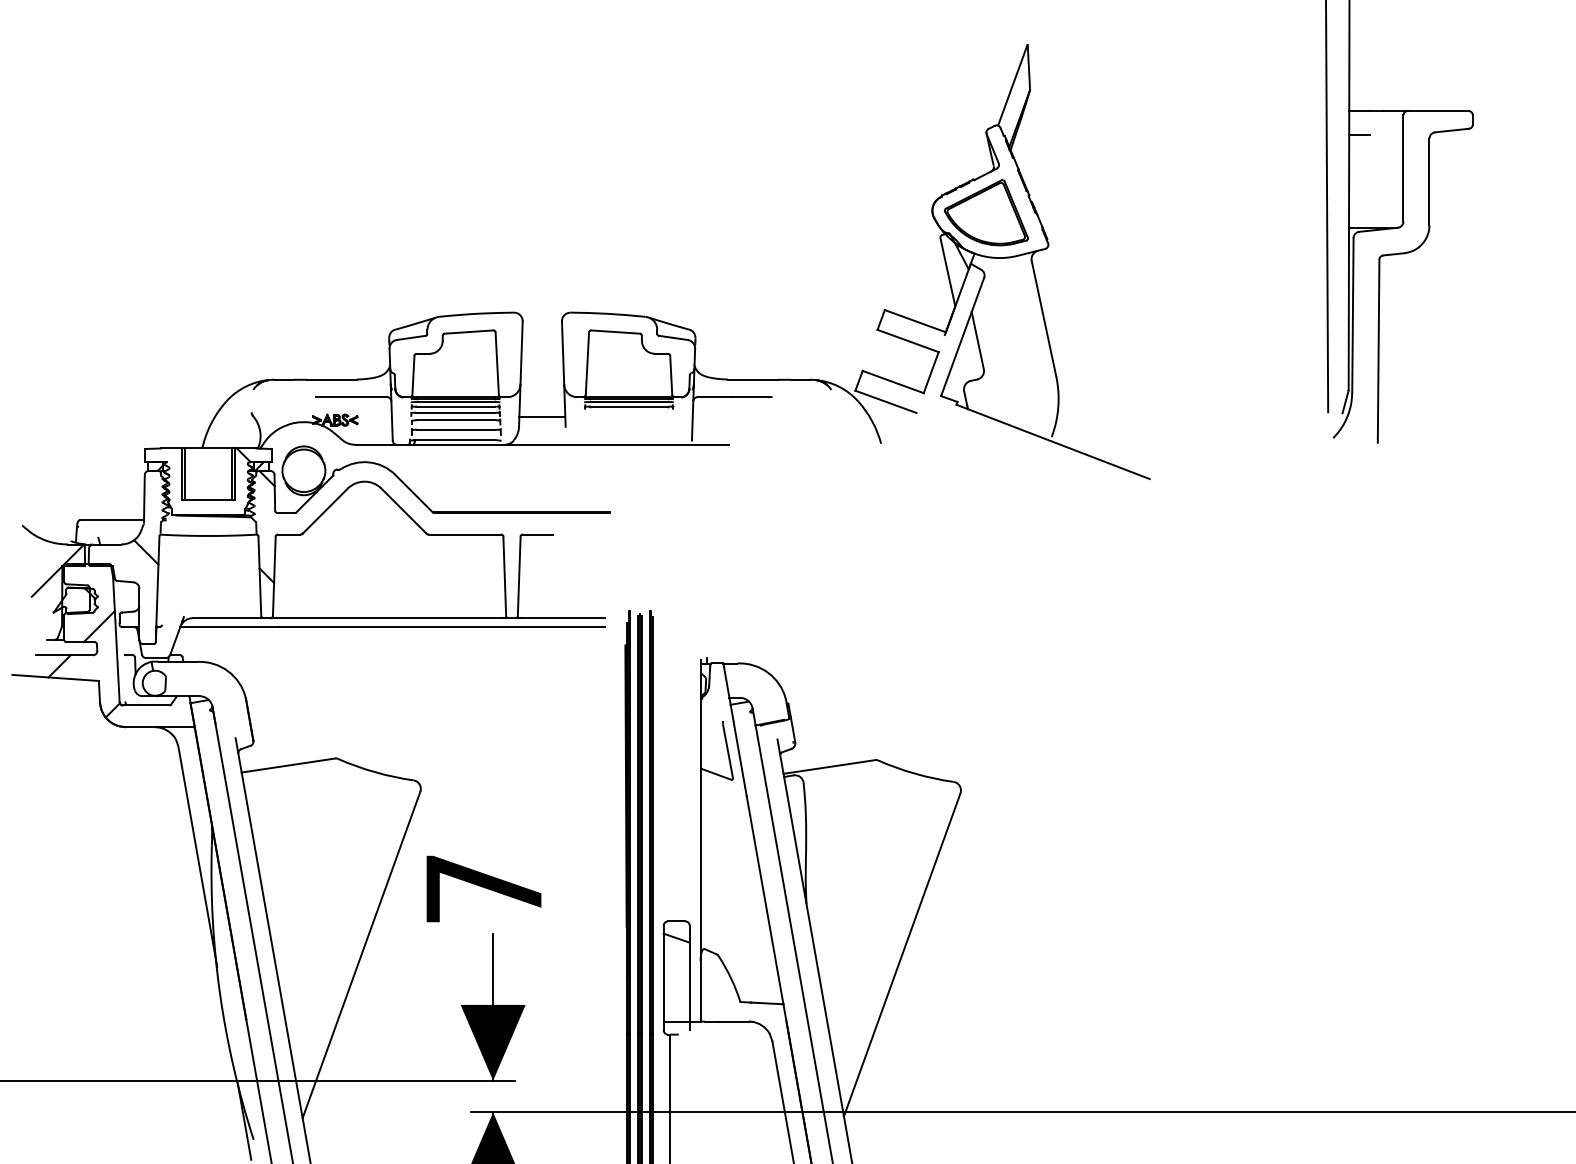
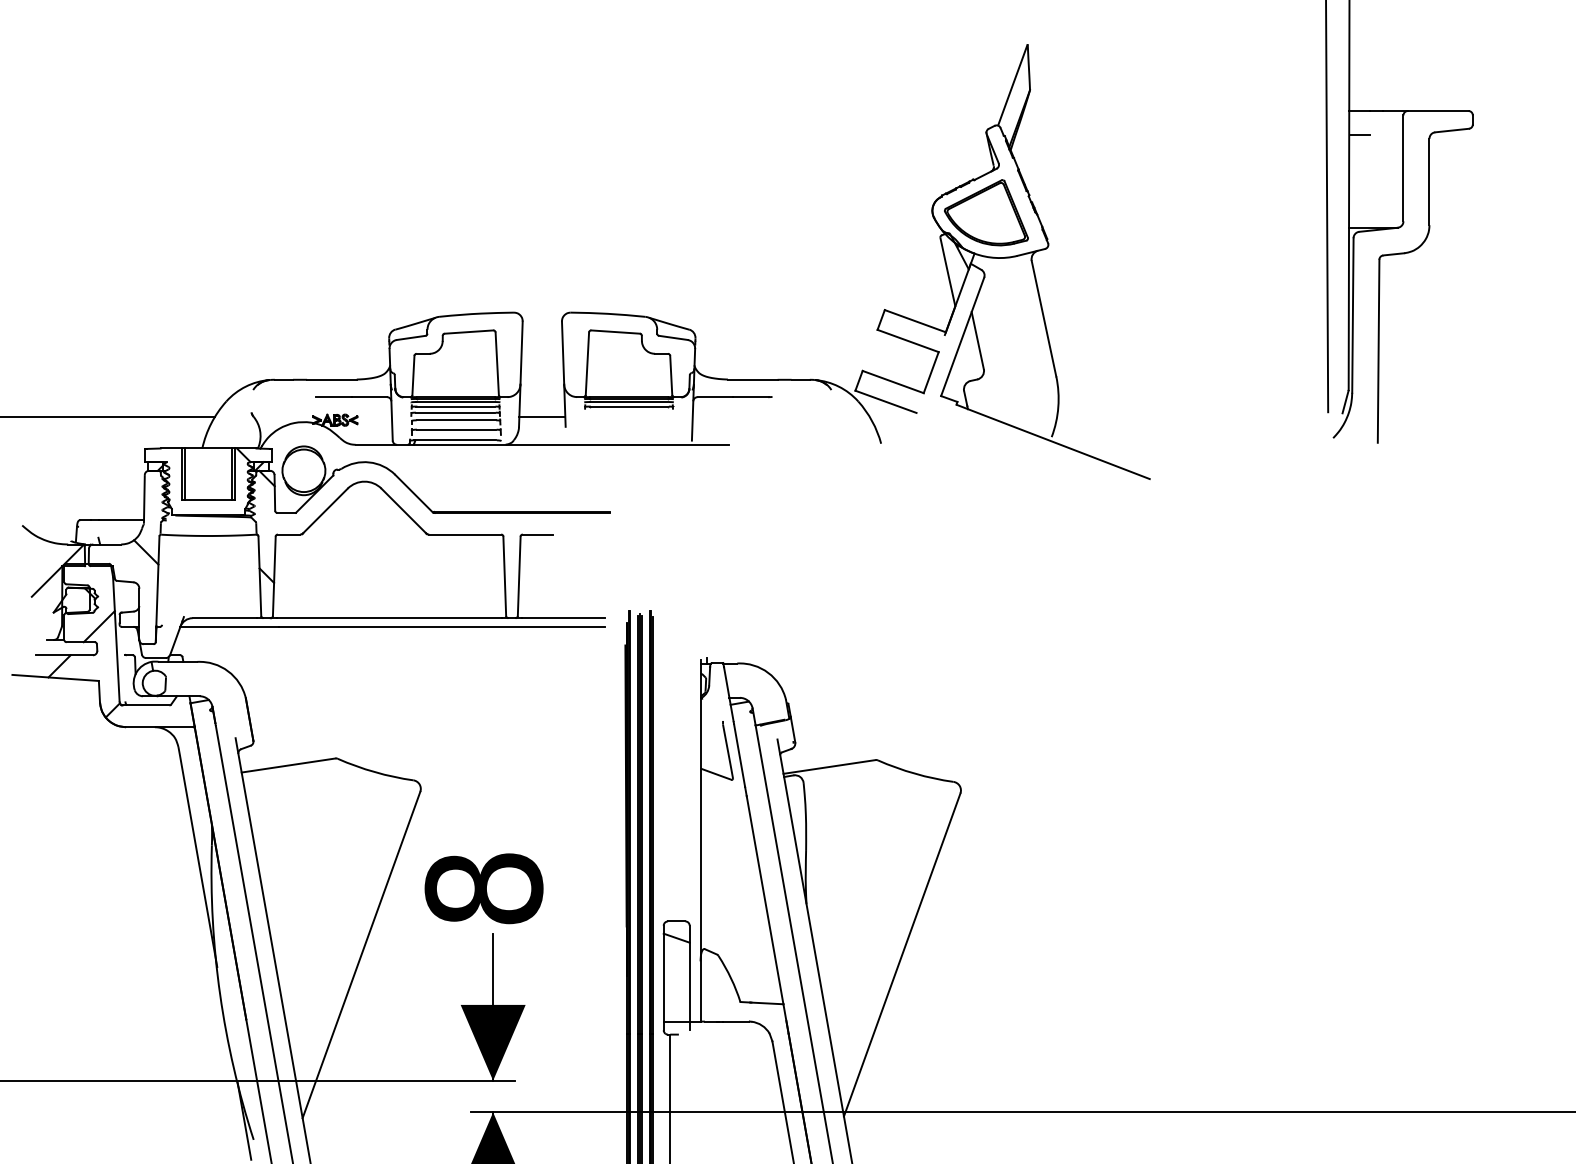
line at (108, 416): none -> present
text at (483, 888): 7 -> 8
